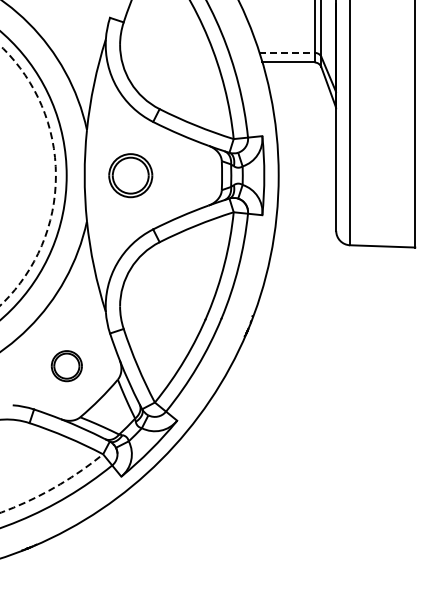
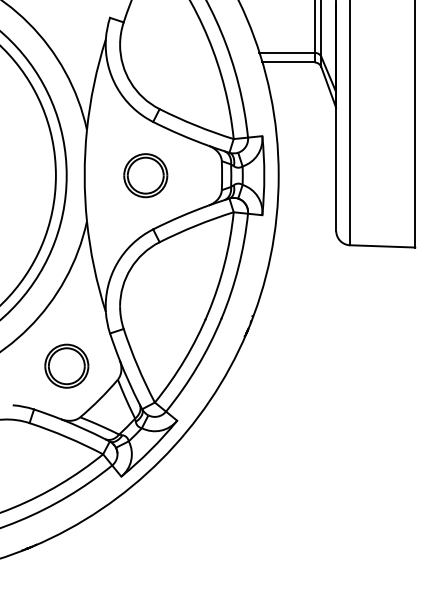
line at (287, 52): dashed -> solid
arc at (55, 175): dashed -> solid
part at (130, 175) position: (130, 175) -> (145, 175)
part at (66, 366) size: 33x33 px -> 46x46 px
arc at (53, 488): dashed -> solid
